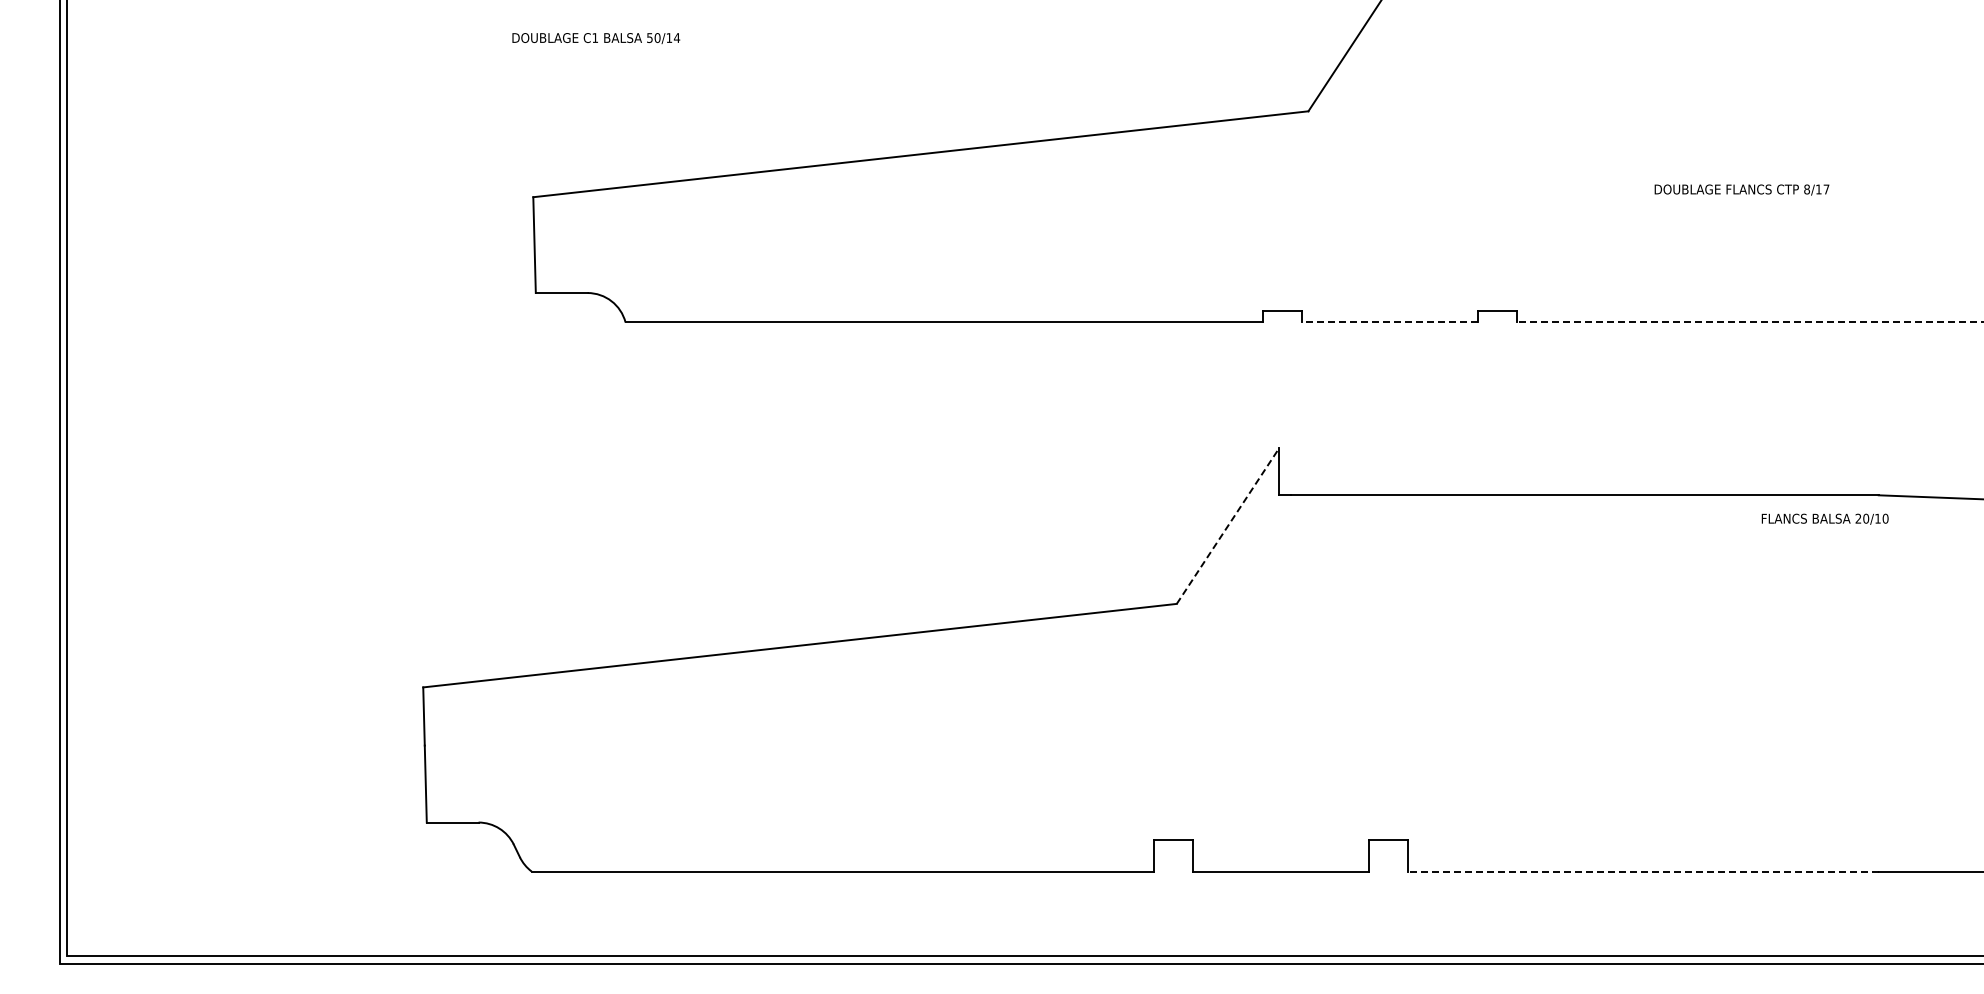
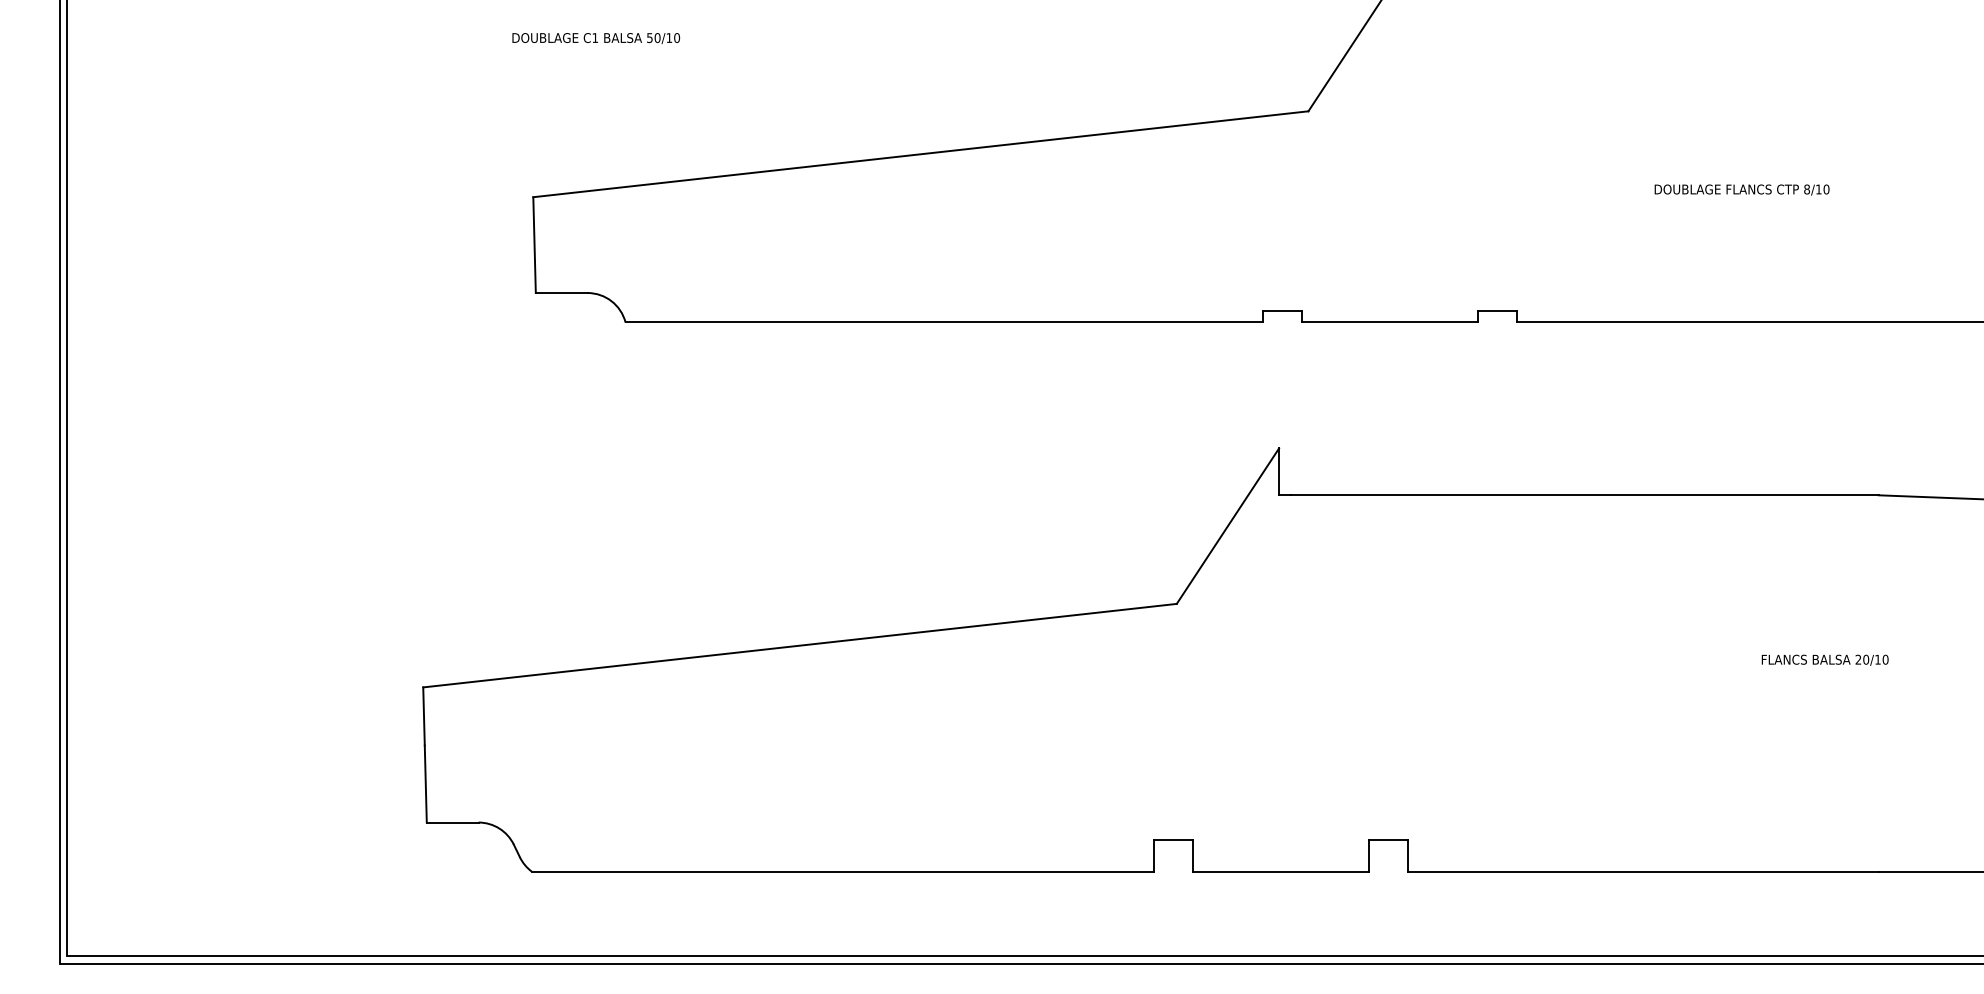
text at (676, 37): 50/14 -> 50/10
text at (1826, 189): 8/17 -> 8/10
line at (1389, 322): dashed -> solid
line at (1750, 322): dashed -> solid
text at (1824, 518) position: (1824, 518) -> (1824, 659)
line at (1228, 525): dashed -> solid
line at (1643, 871): dashed -> solid
